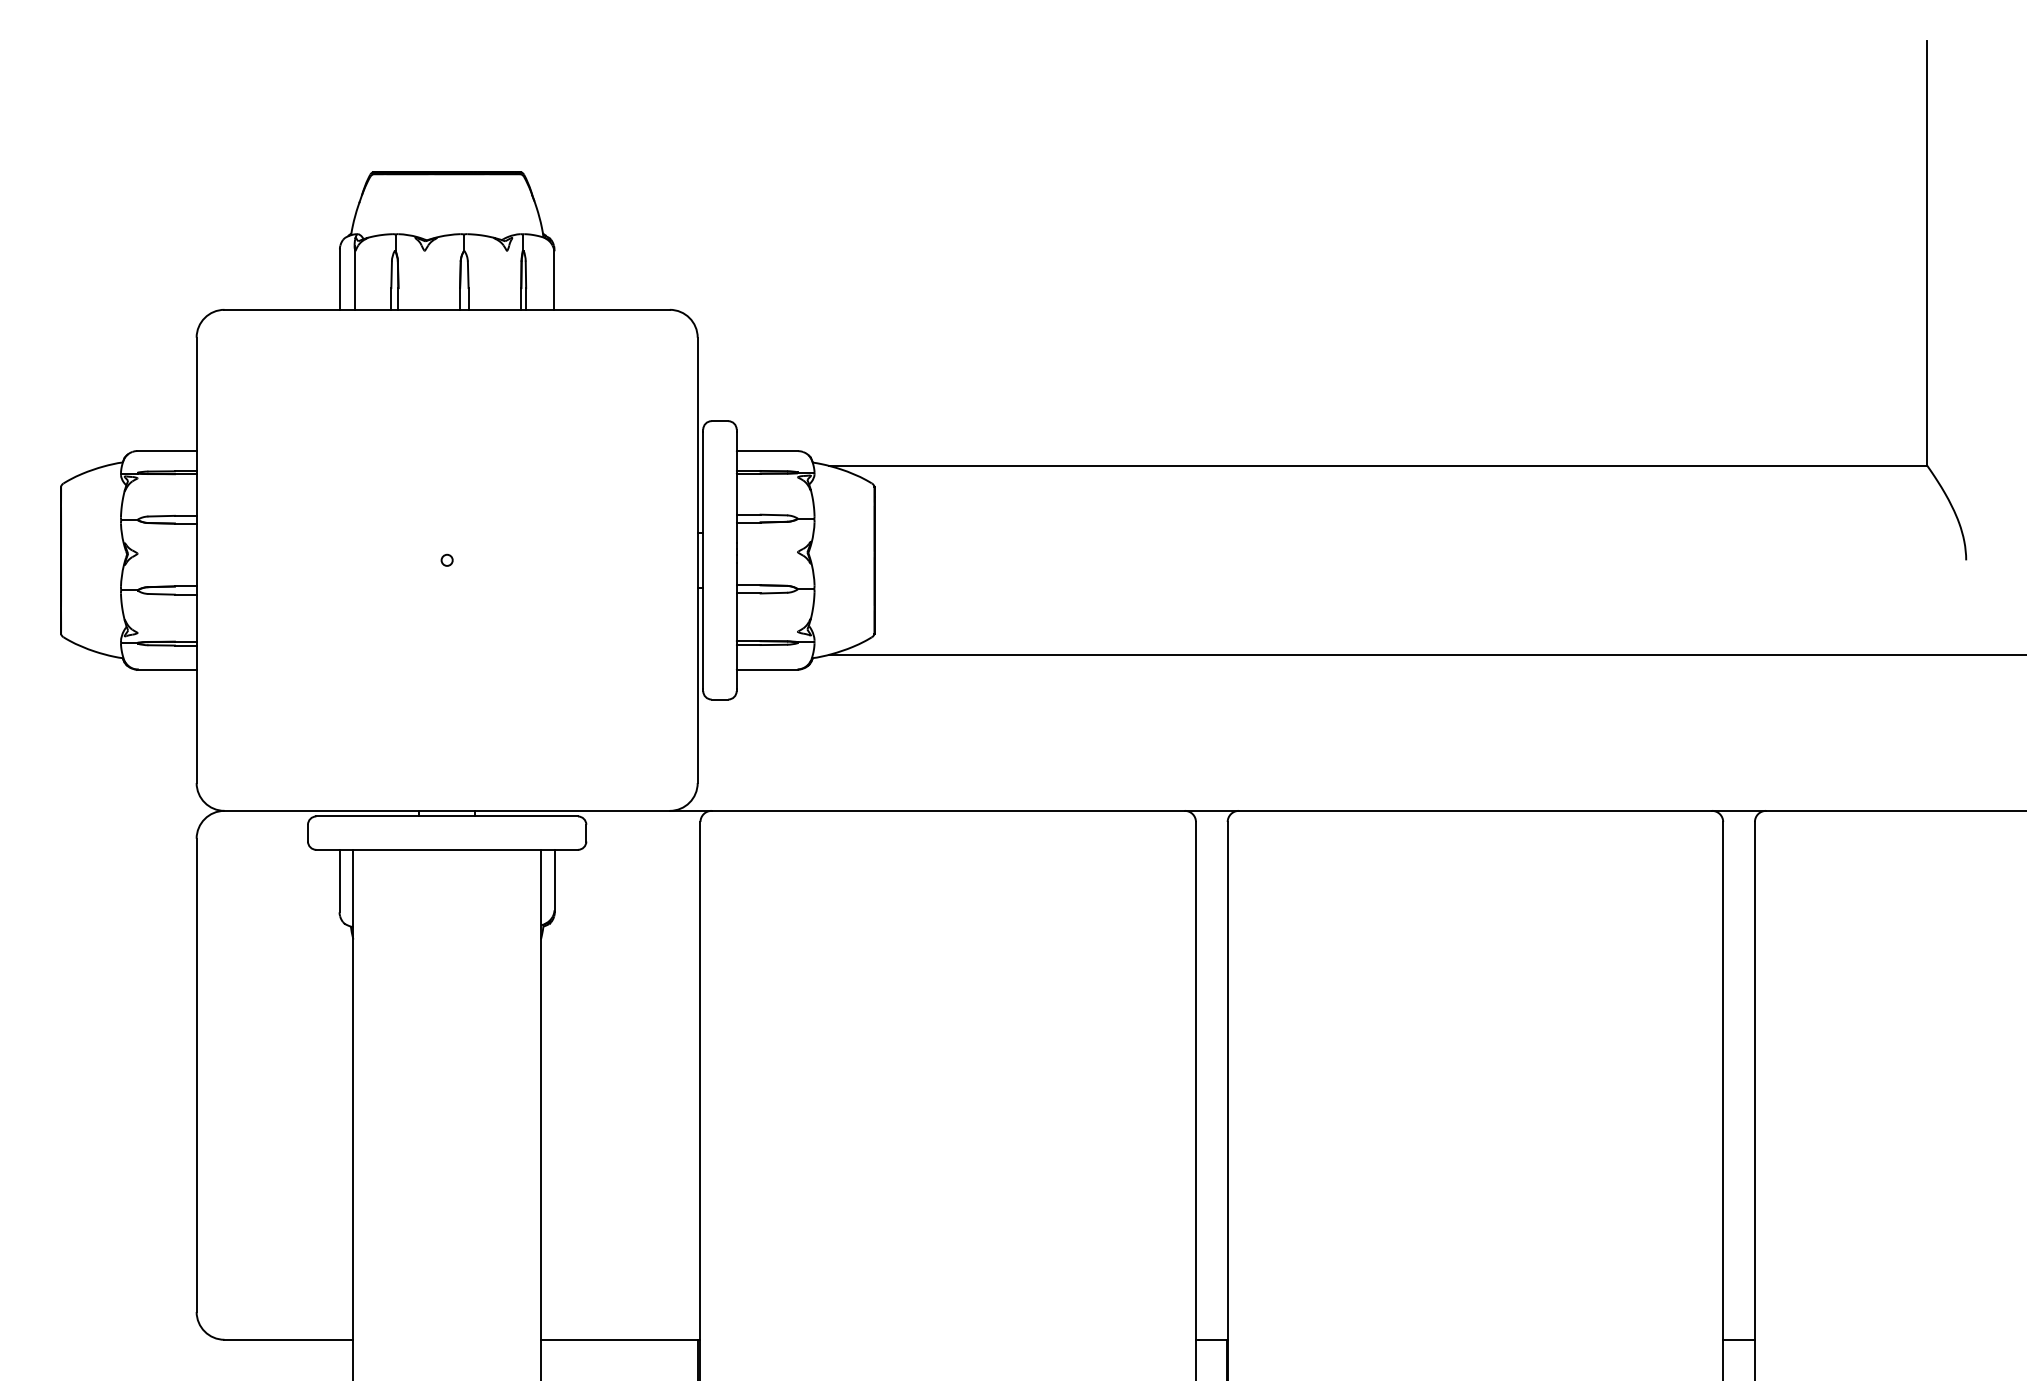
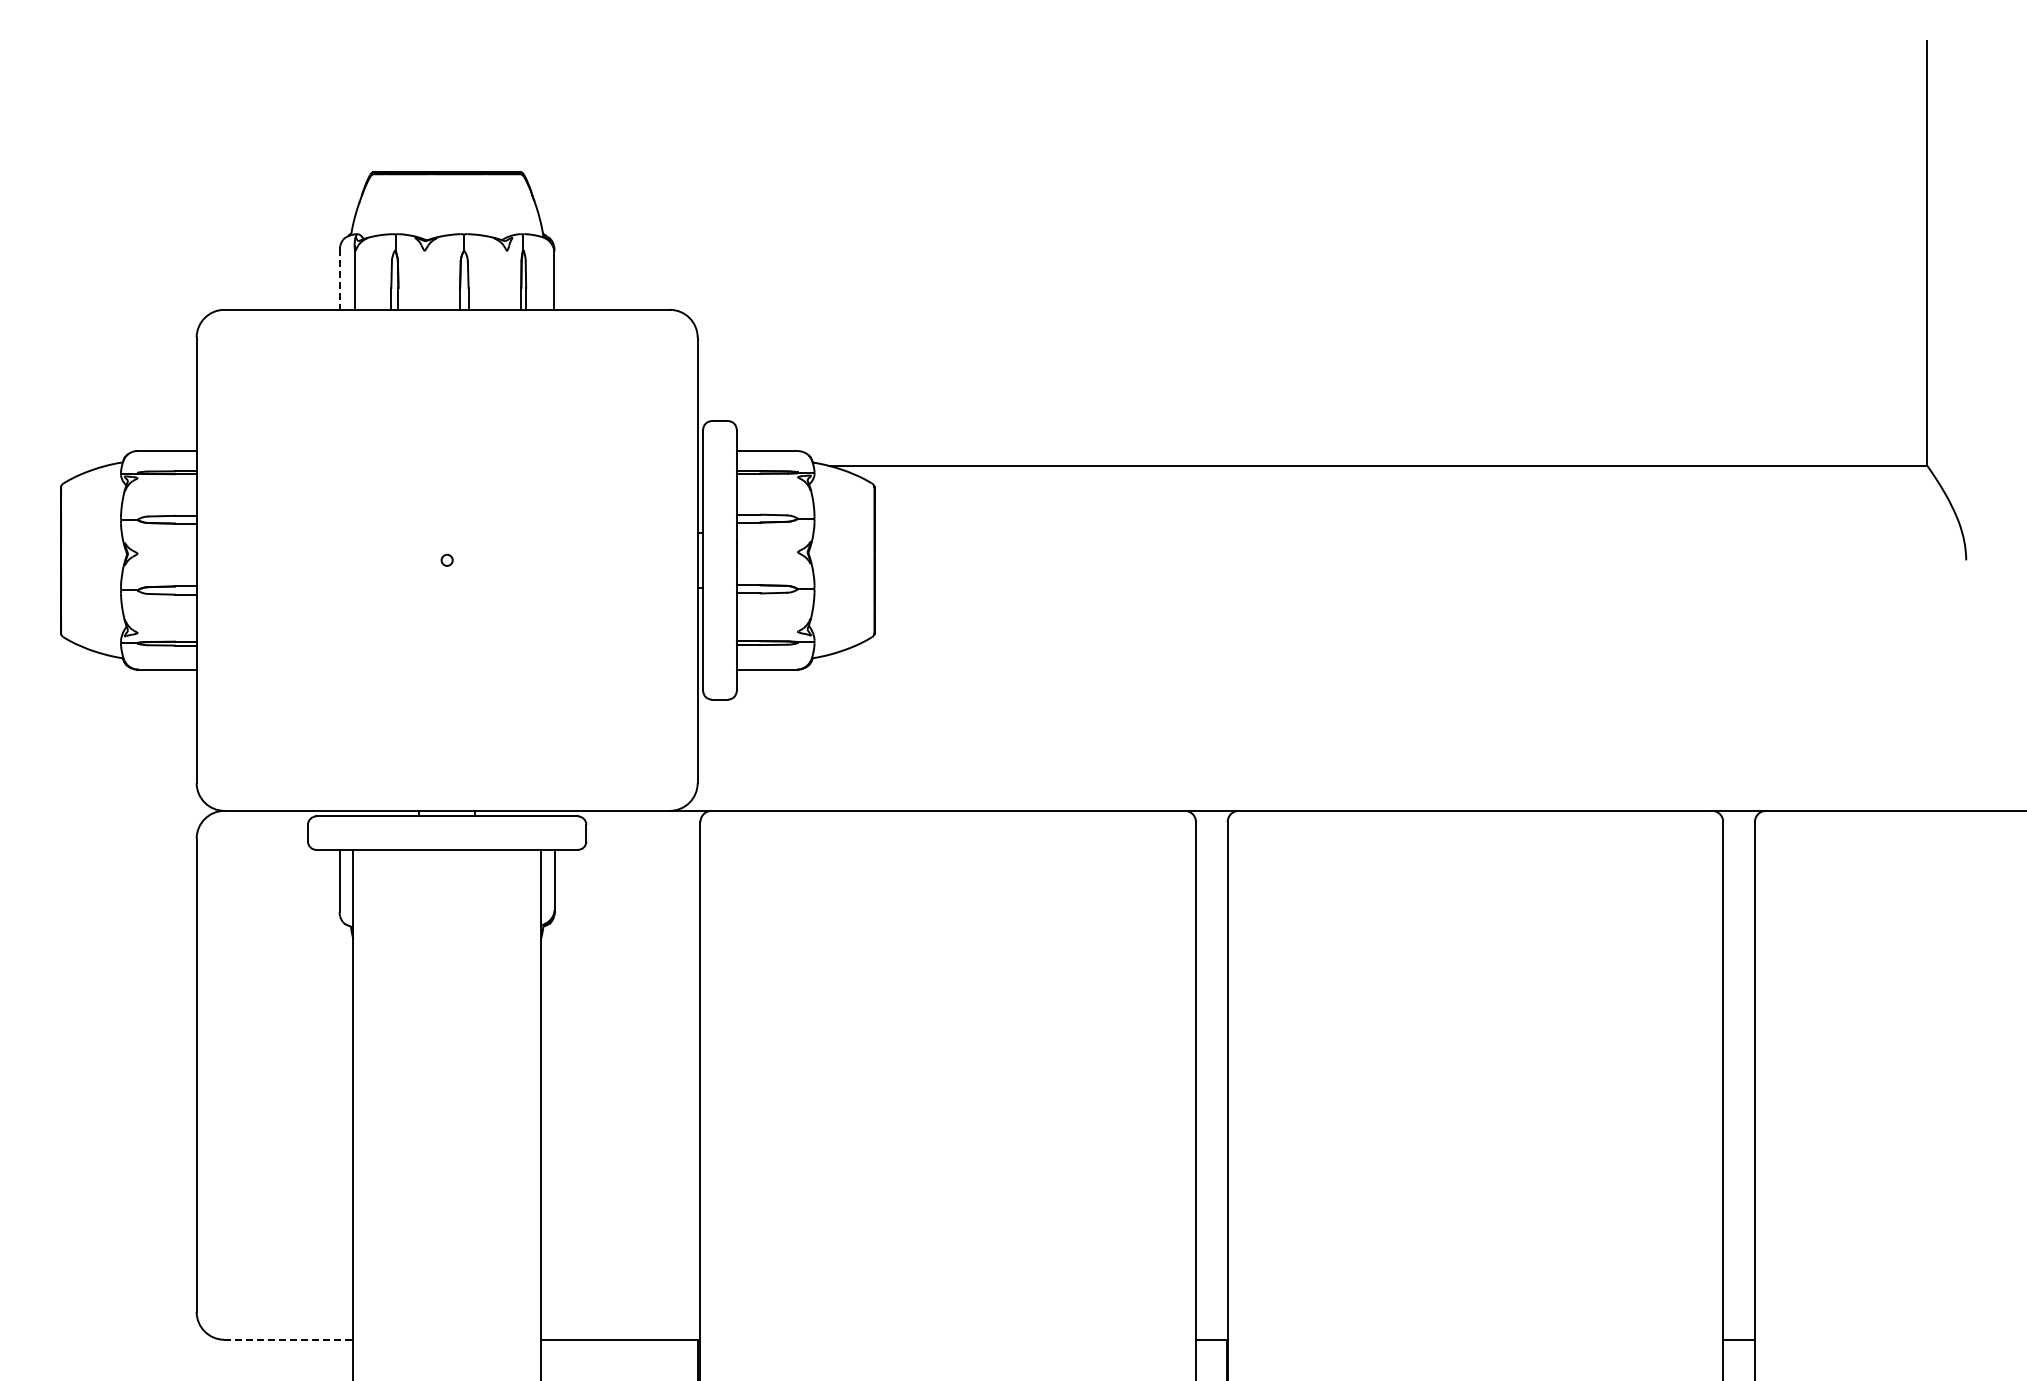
line at (339, 280): solid -> dashed
line at (1425, 655): present -> none
line at (289, 1339): solid -> dashed
